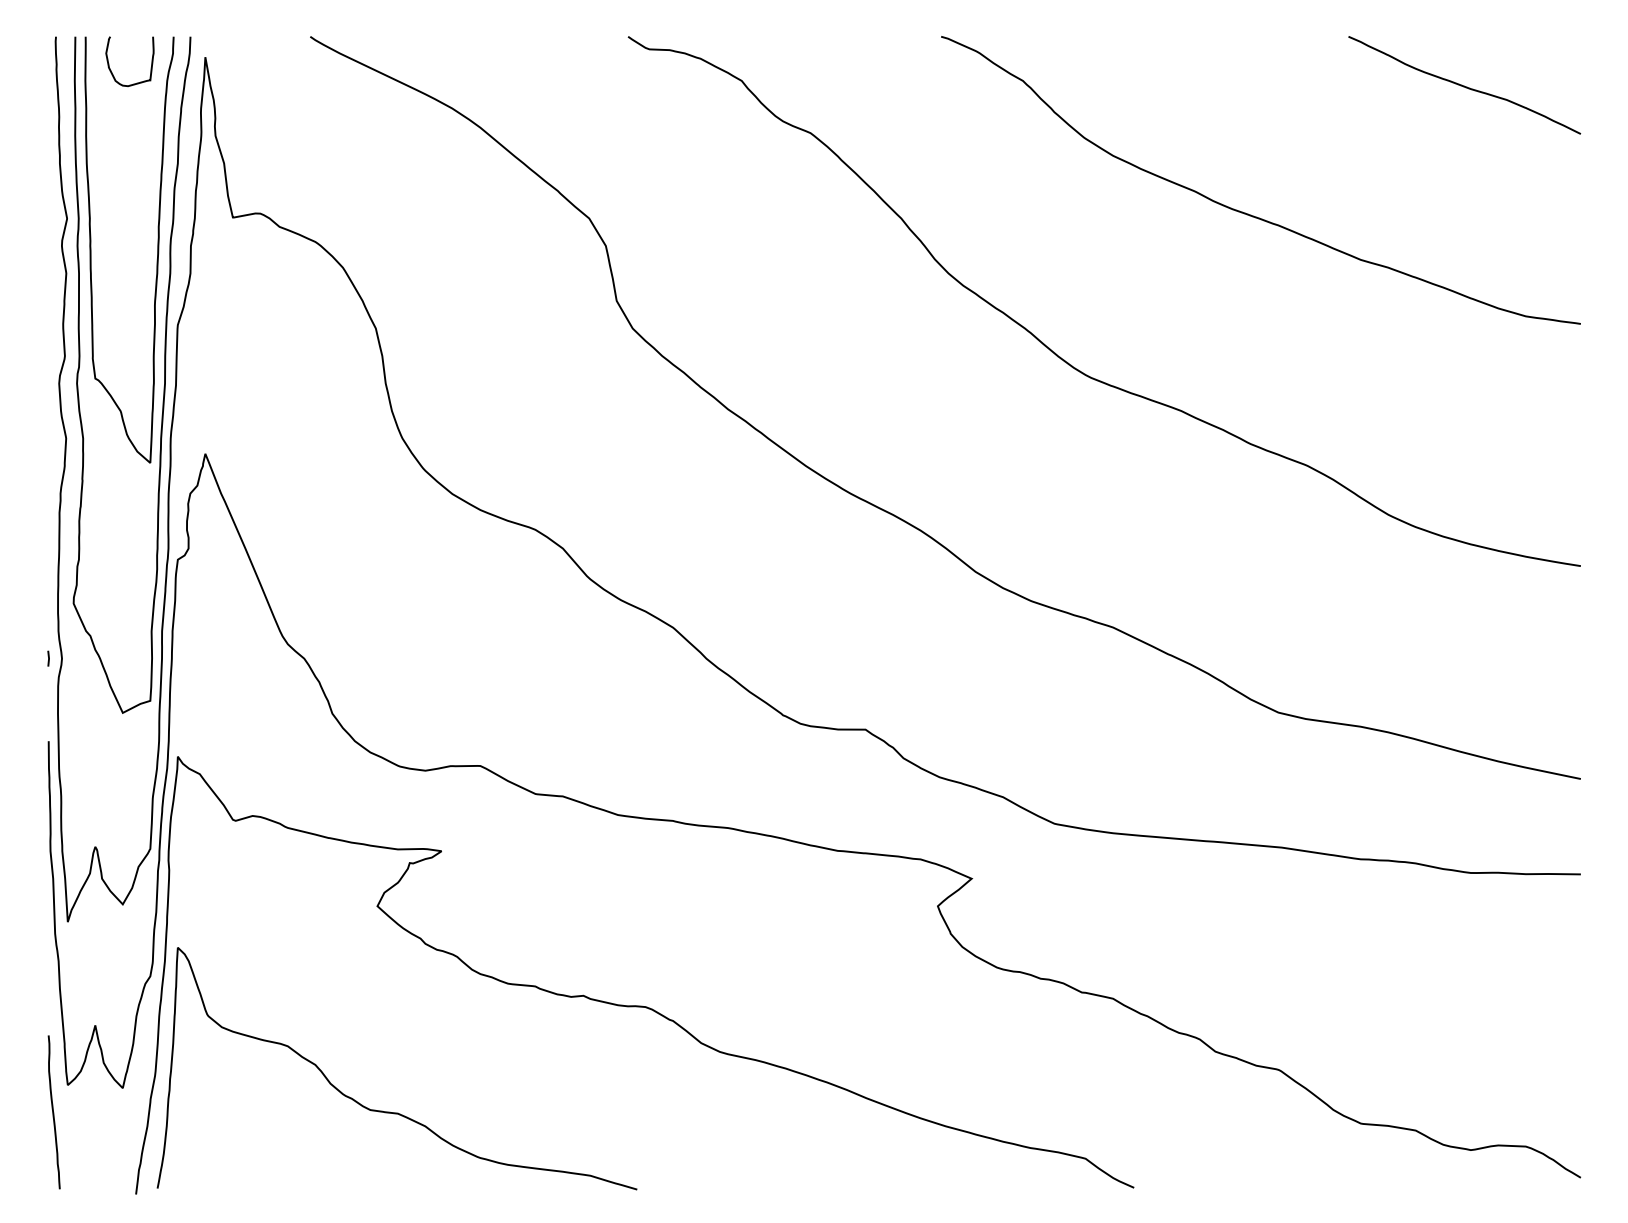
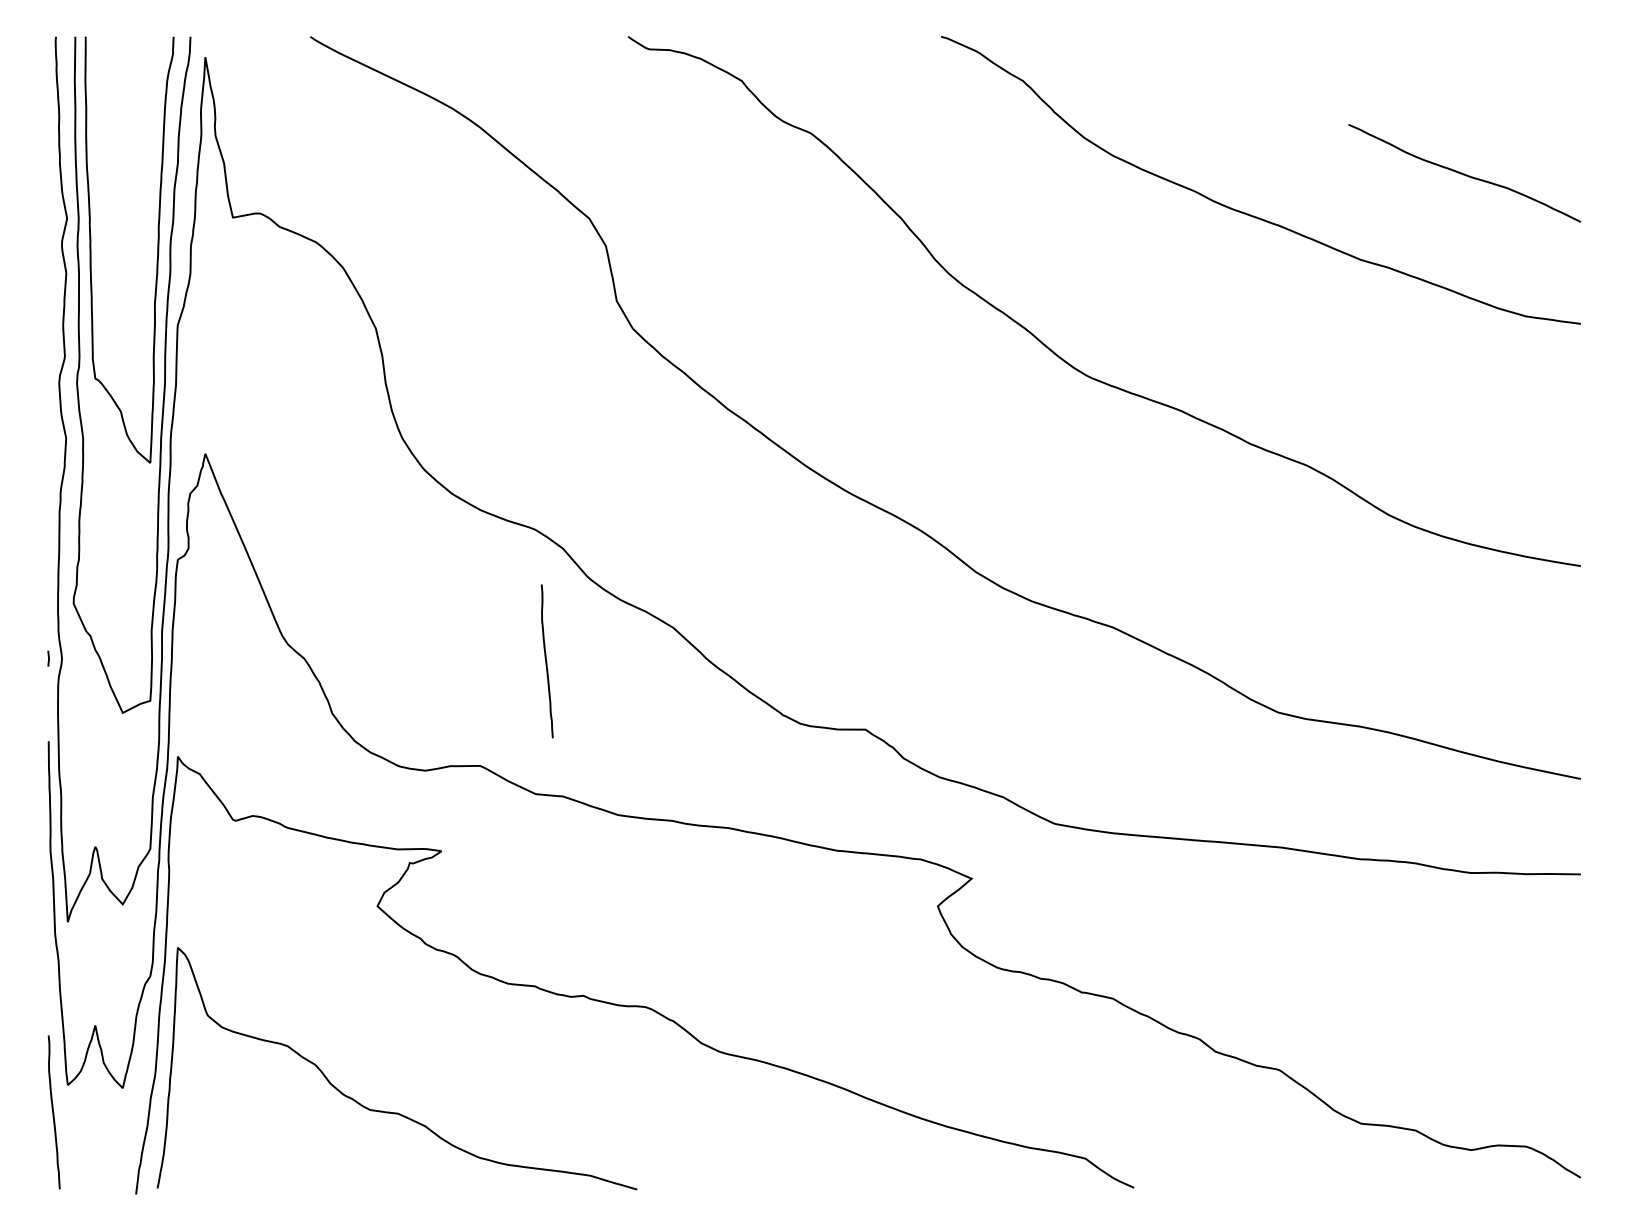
curve at (109, 63): present -> none
curve at (1464, 85) position: (1464, 85) -> (1464, 173)
curve at (546, 661): none -> present
